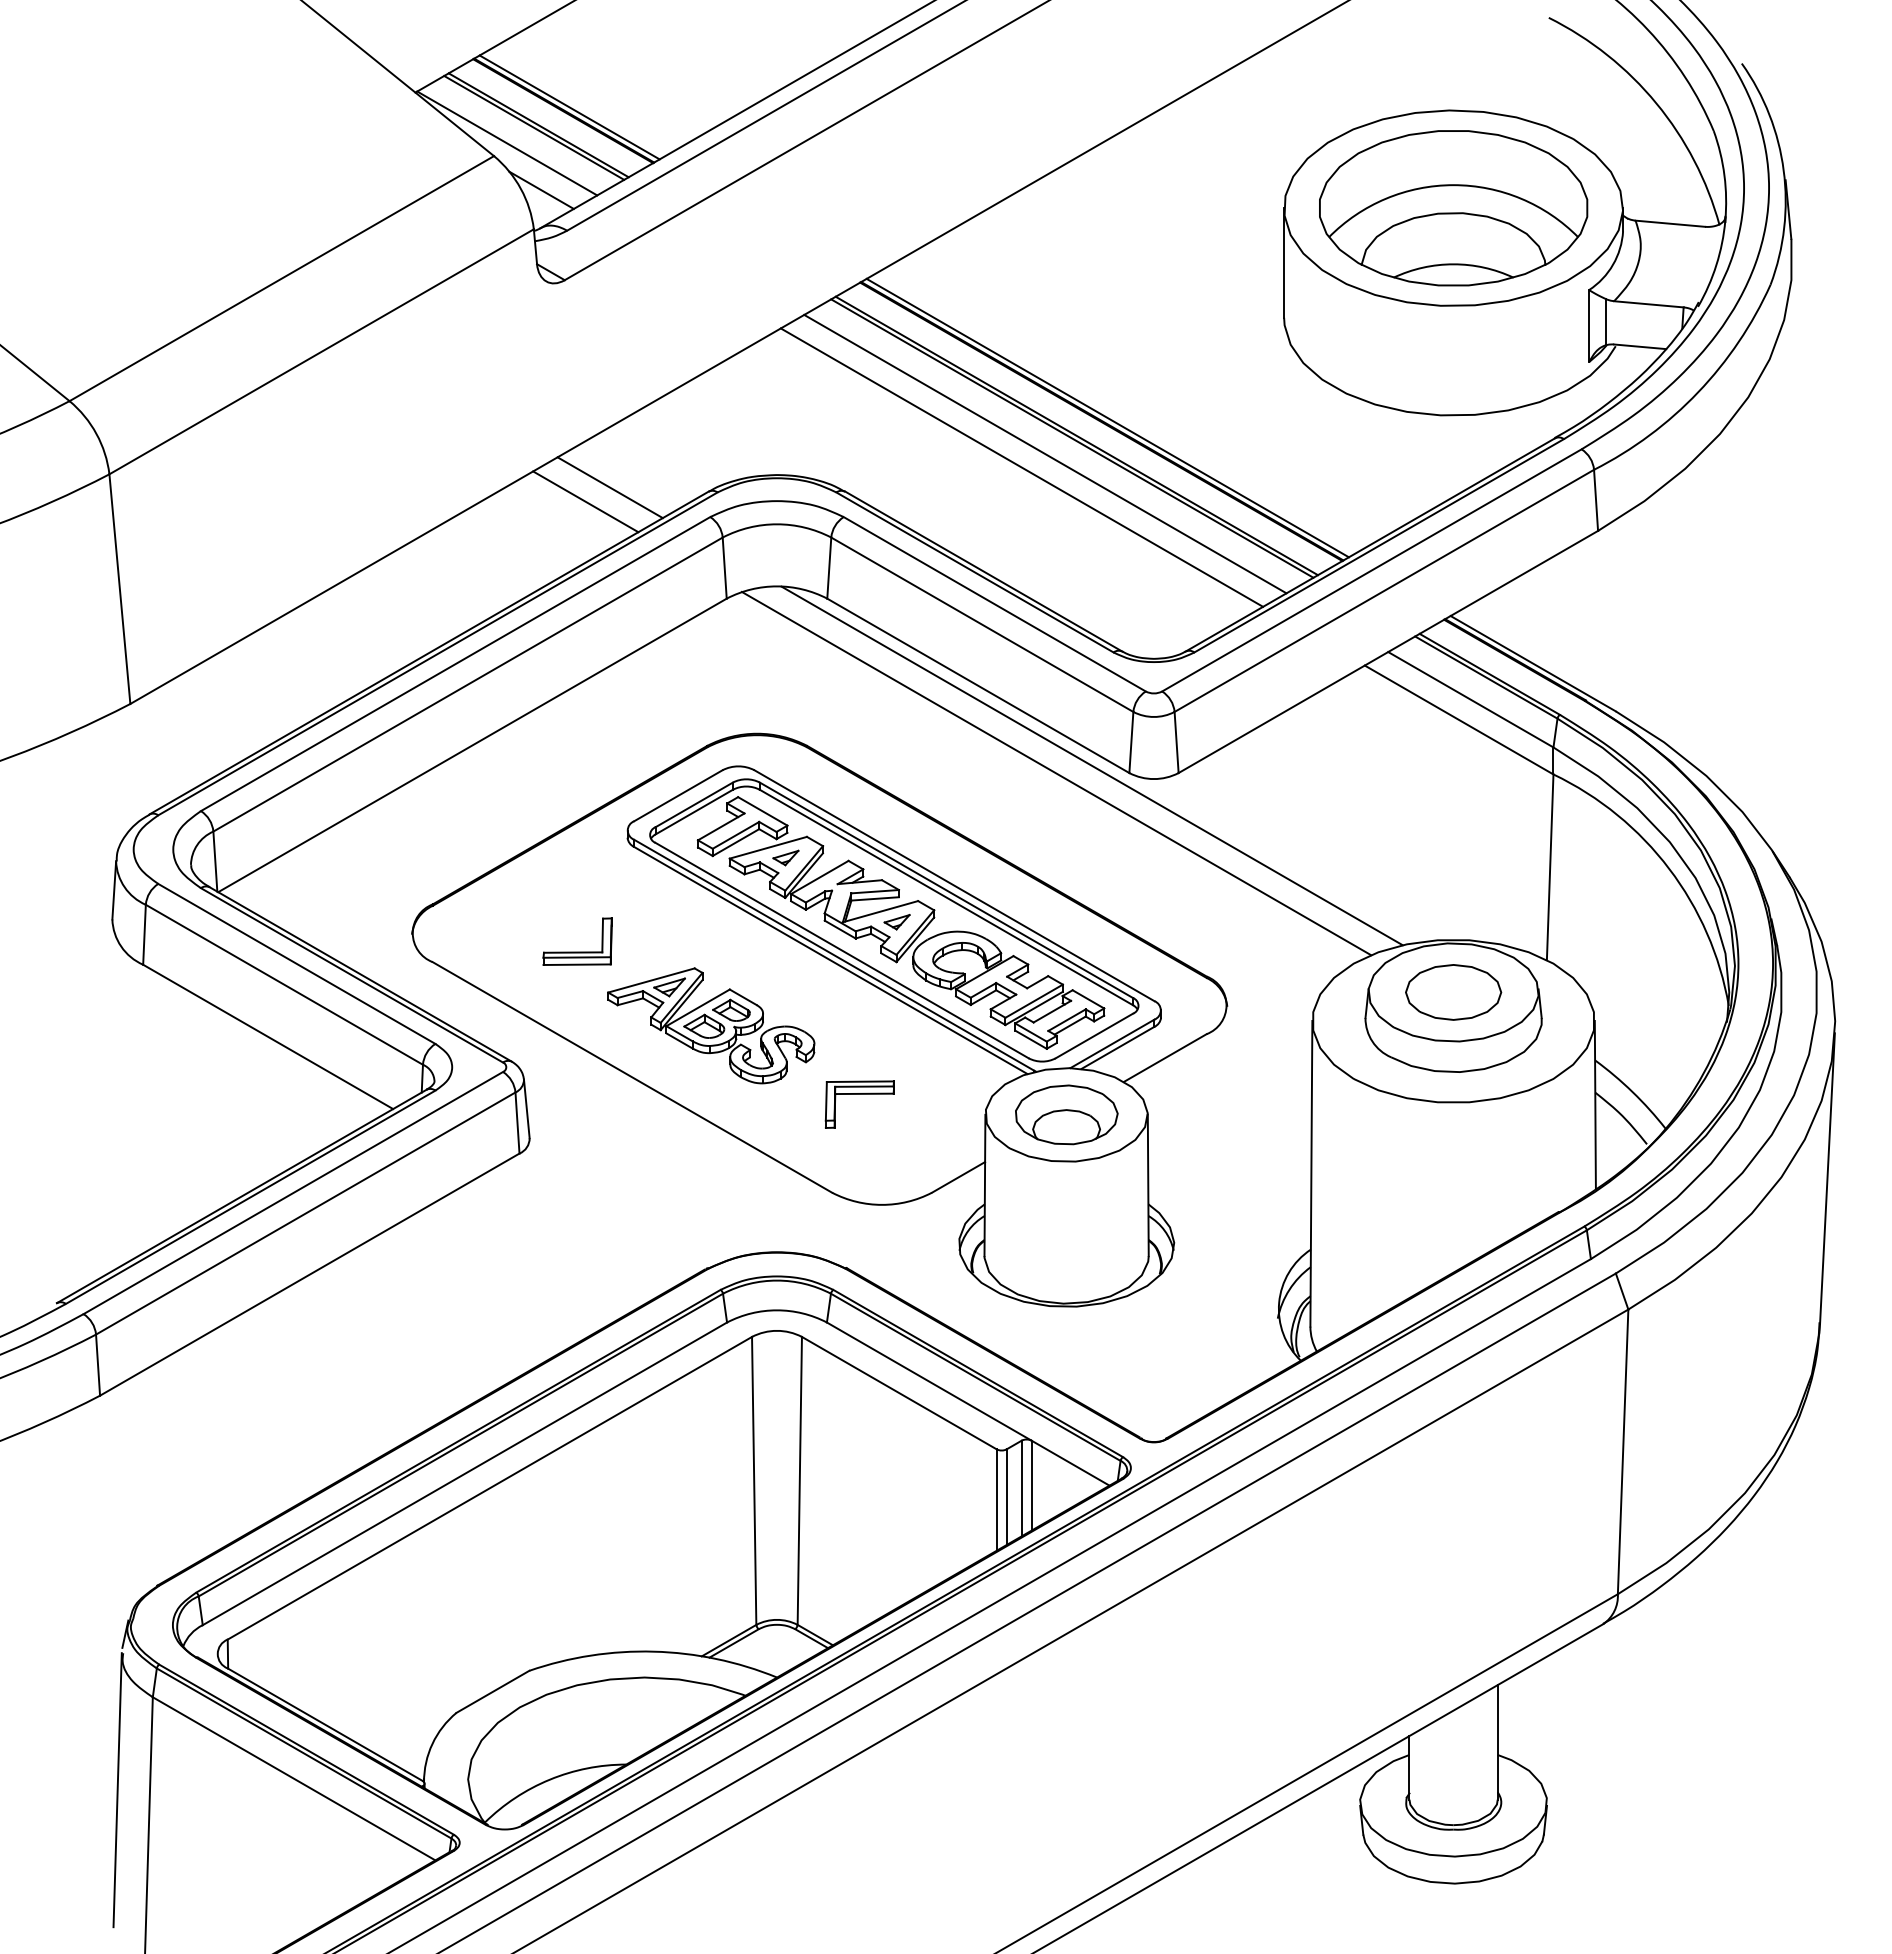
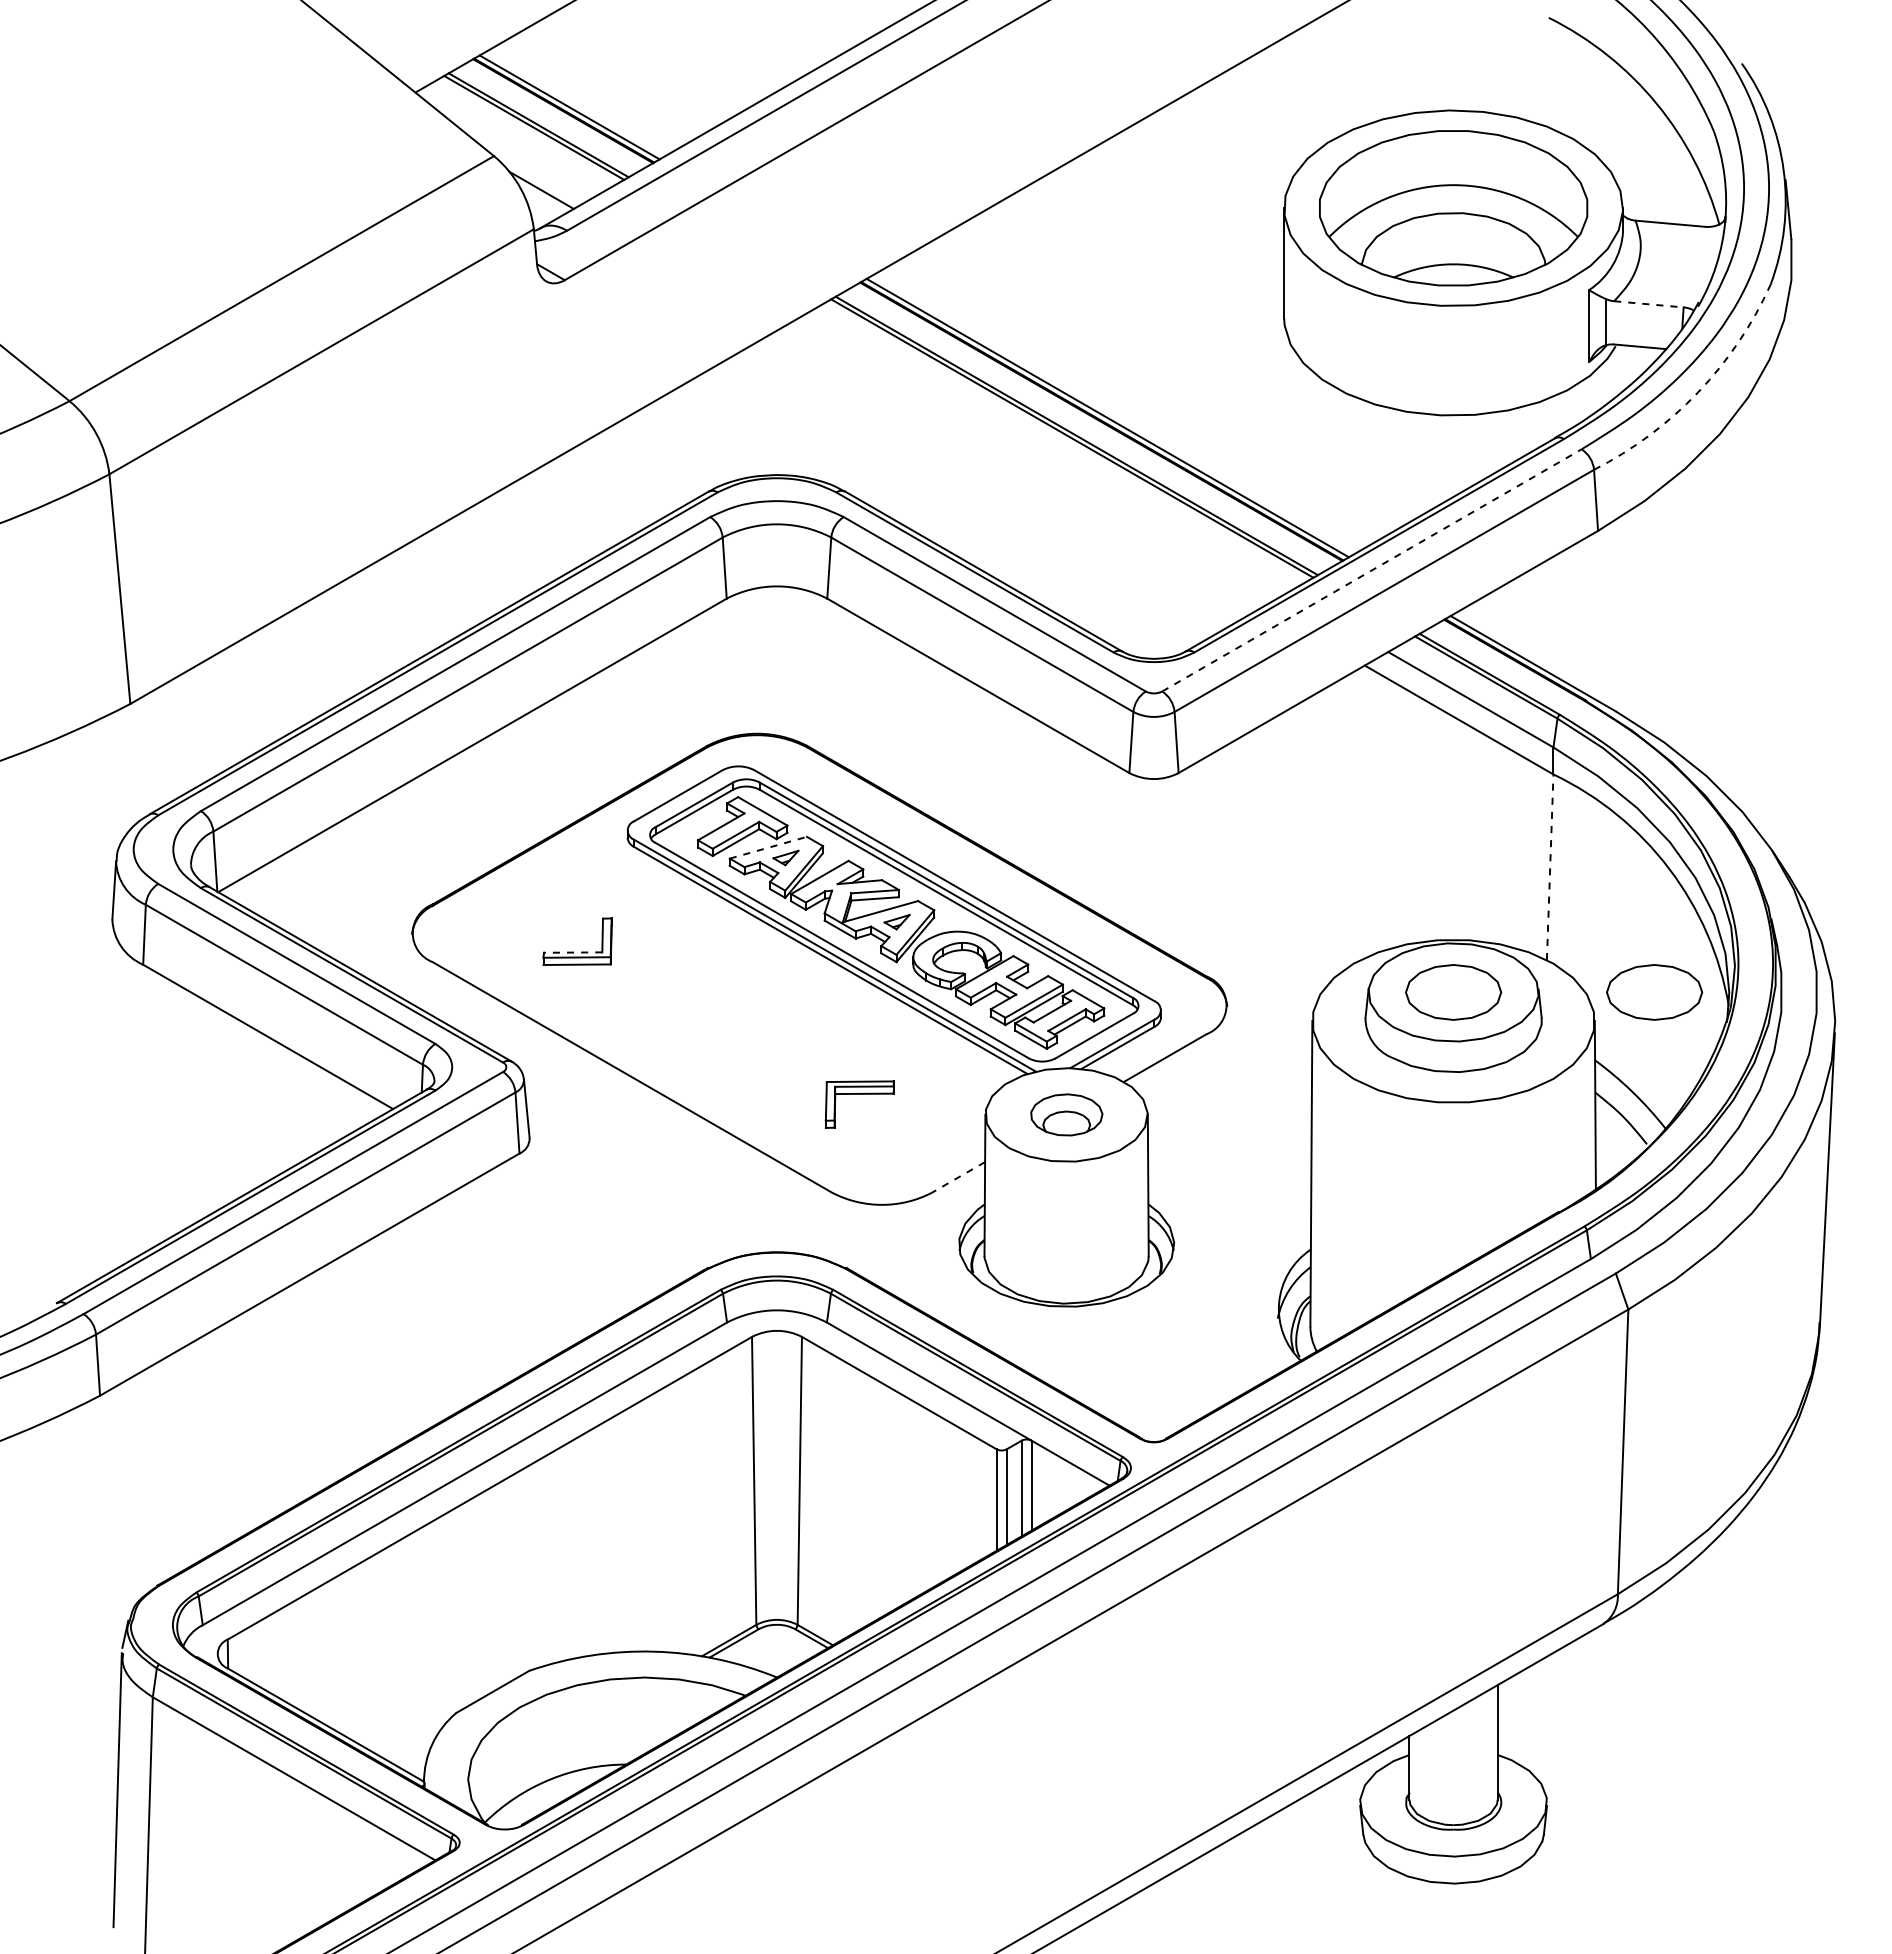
line at (507, 143): present -> none
line at (1648, 304): solid -> dashed
arc at (1698, 392): solid -> dashed
line at (1045, 453): present -> none
line at (1021, 467): present -> none
line at (609, 487): present -> none
line at (585, 501): present -> none
line at (1372, 570): solid -> dashed
line at (1091, 765): present -> none
line at (1056, 773): present -> none
line at (768, 847): solid -> dashed
line at (1550, 867): solid -> dashed
line at (572, 952): solid -> dashed
part at (1654, 992): none -> present
part at (711, 1025): present -> none
part at (1066, 1114) size: 104x62 px -> 74x44 px
line at (958, 1177): solid -> dashed
